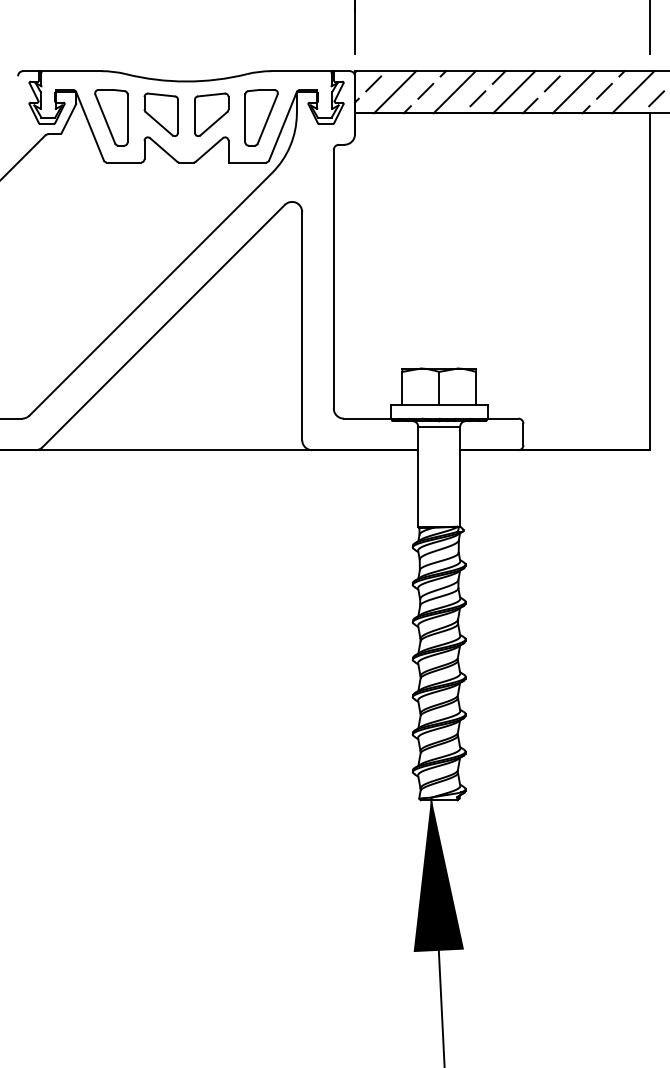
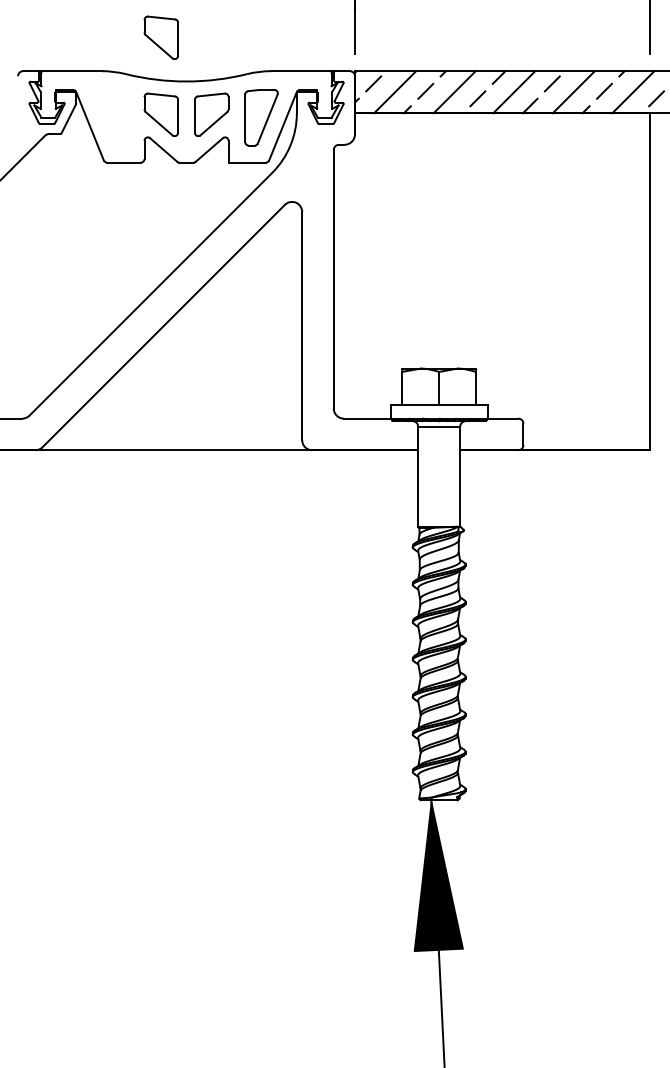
part at (160, 37): none -> present
part at (111, 117): present -> none
